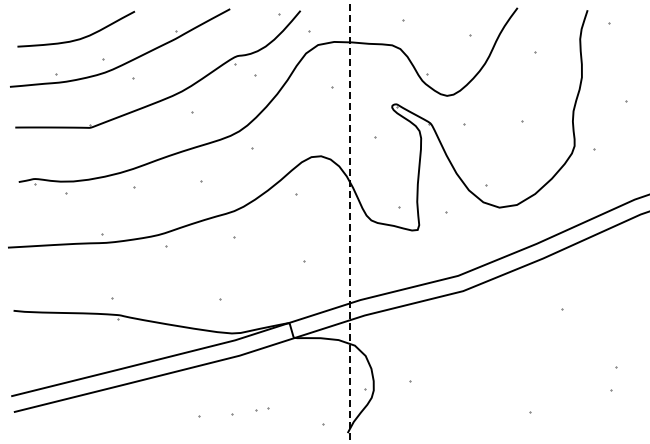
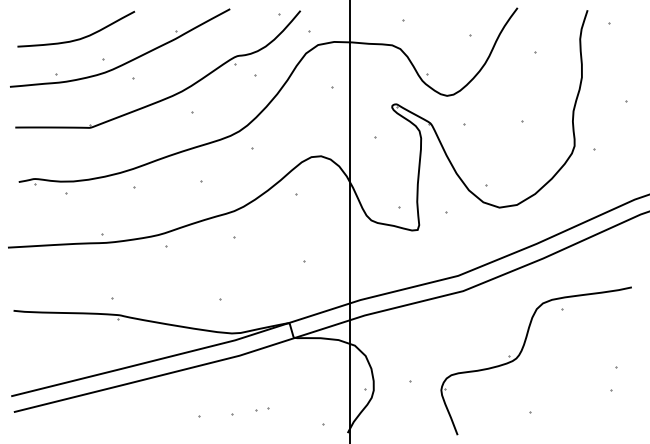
line at (350, 221): dashed -> solid
part at (521, 353): none -> present
